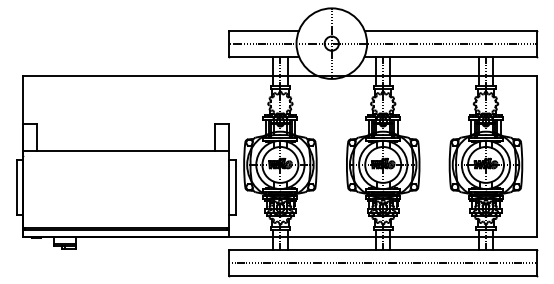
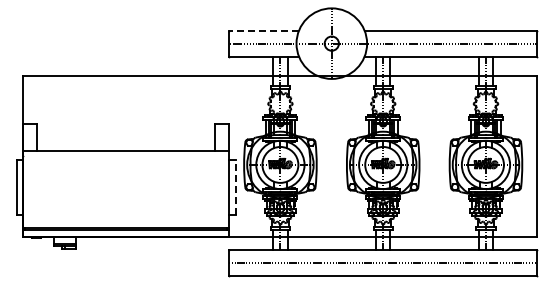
line at (264, 30): solid -> dashed
line at (235, 186): solid -> dashed
